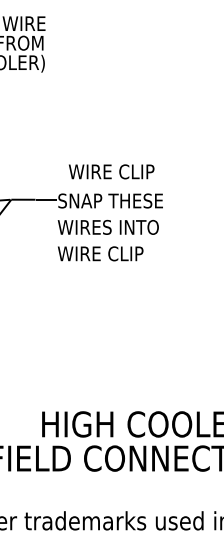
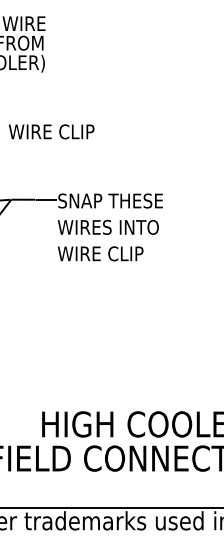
text at (111, 171) position: (111, 171) -> (51, 131)
line at (111, 508): none -> present
